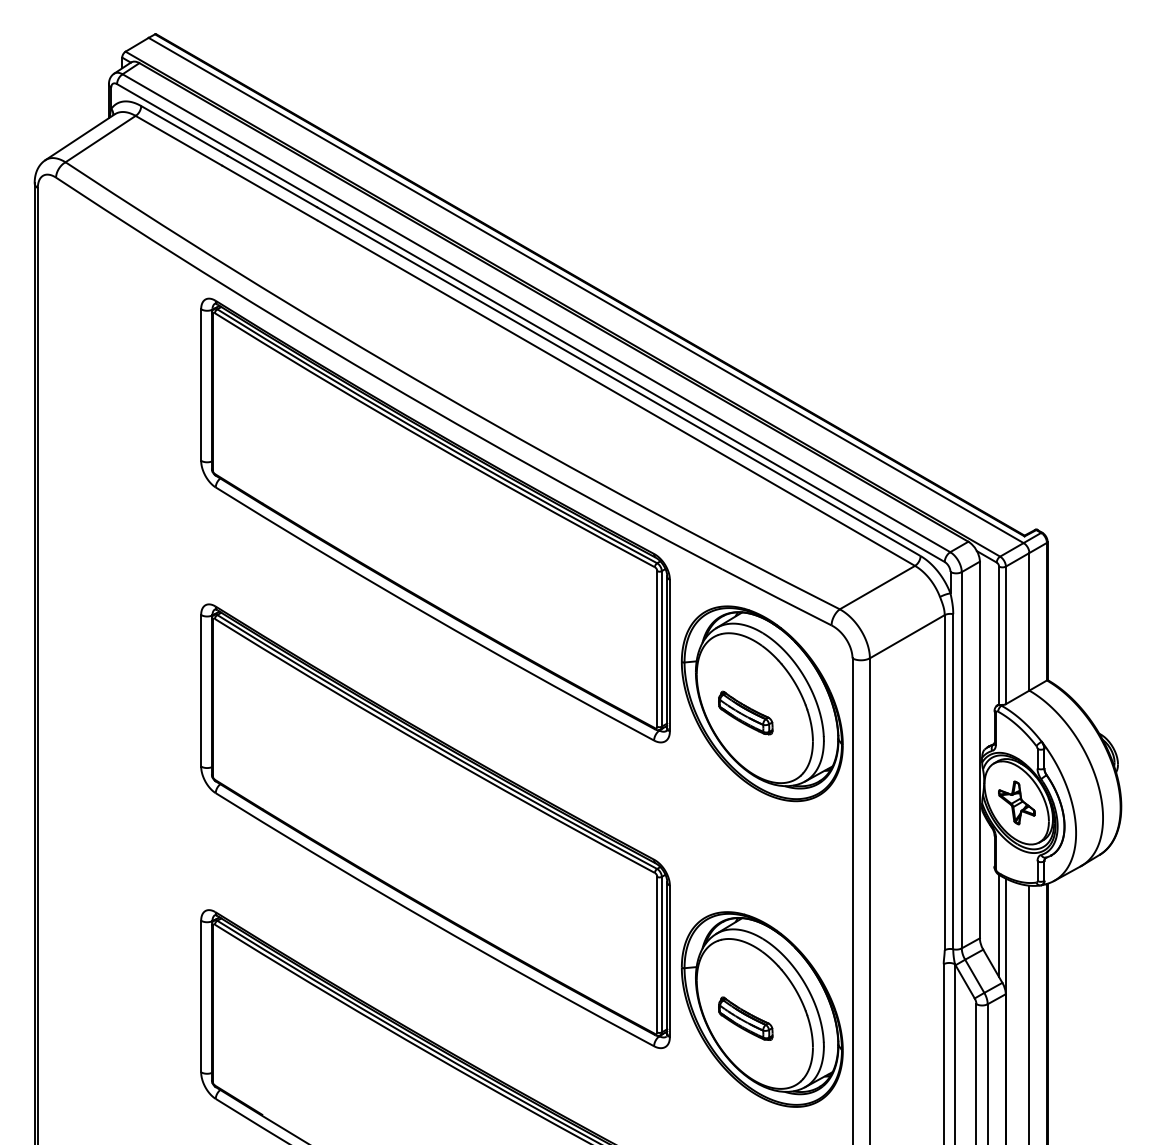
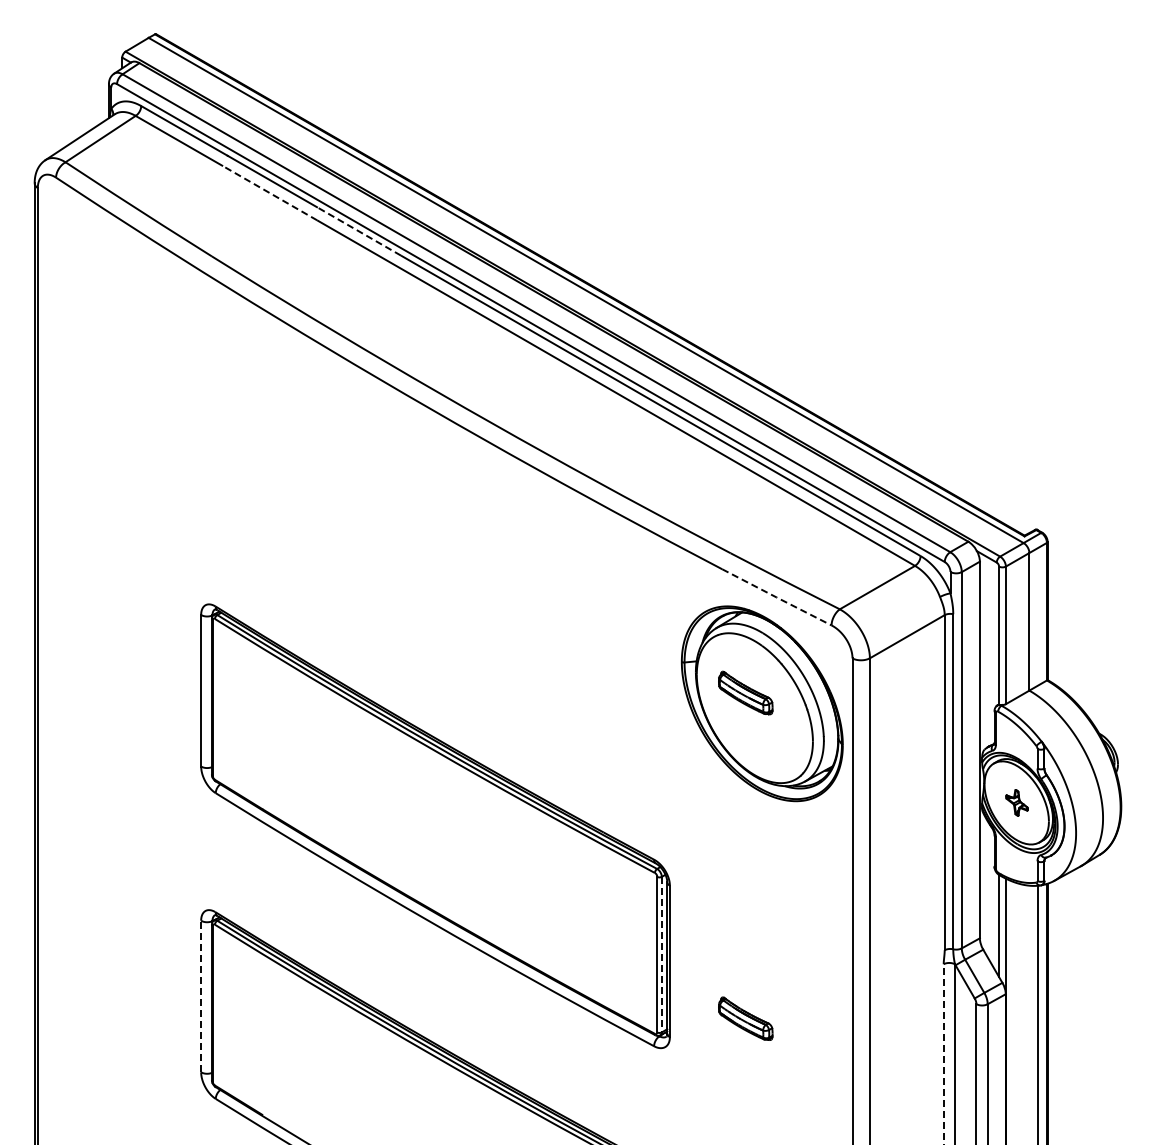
line at (269, 193): solid -> dashed
line at (358, 231): solid -> dashed
part at (435, 520): present -> none
line at (776, 597): solid -> dashed
part at (745, 712) position: (745, 712) -> (745, 692)
part at (1016, 802) size: 38x46 px -> 24x28 px
line at (661, 954): solid -> dashed
line at (201, 996): solid -> dashed
part at (762, 1009): present -> none
line at (1029, 1013) position: (1029, 1013) -> (1038, 1013)
line at (943, 1054): solid -> dashed
